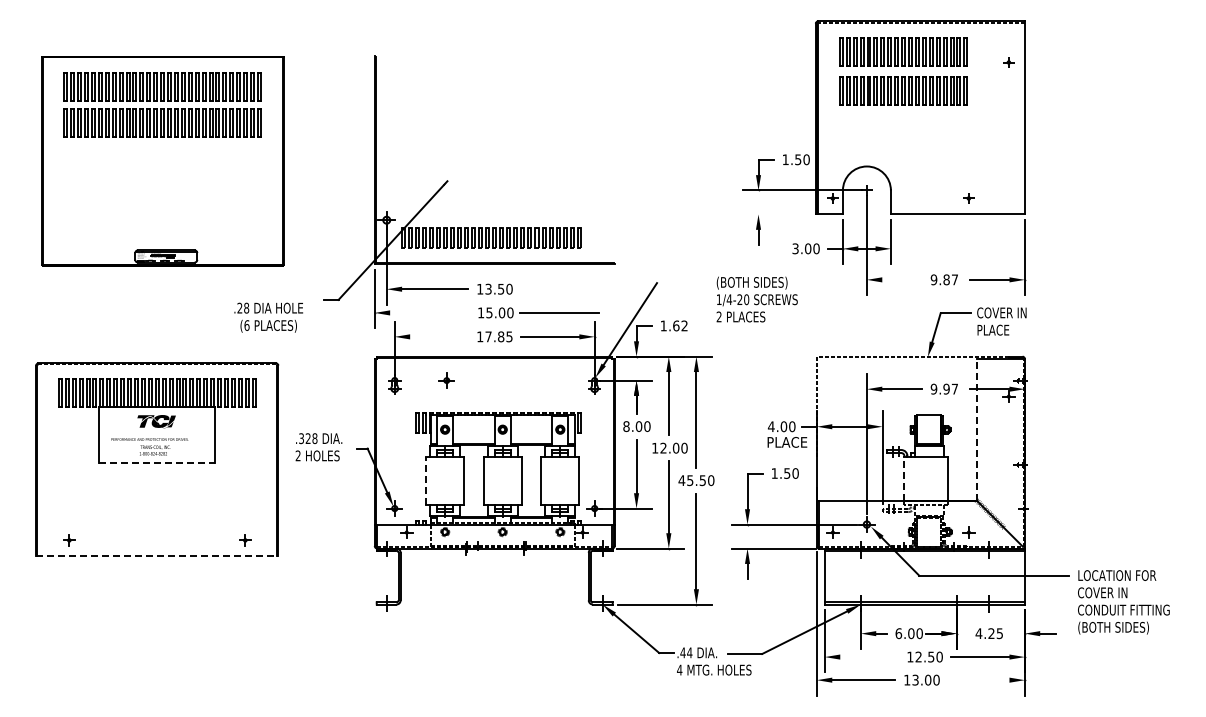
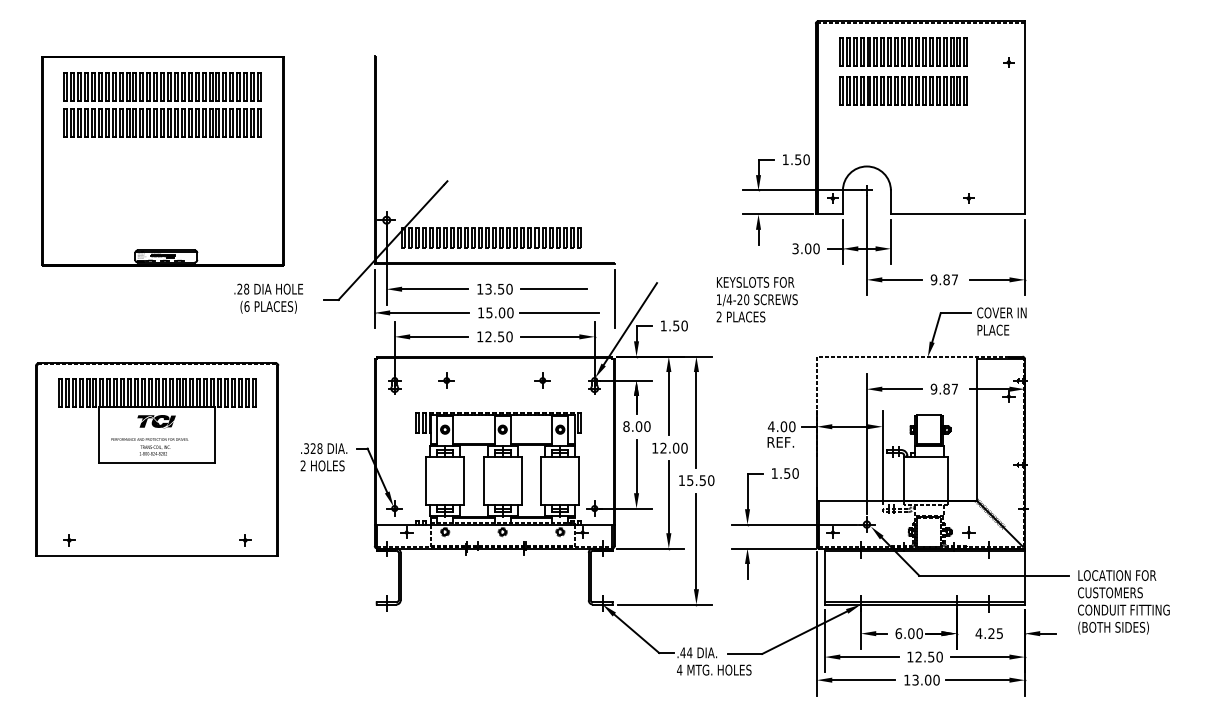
line at (777, 214): none -> present
line at (902, 279): none -> present
text at (755, 282): (BOTH SIDES) -> KEYSLOTS FOR
line at (554, 289): none -> present
line at (614, 298): none -> present
line at (429, 312): none -> present
text at (268, 317) position: (268, 317) -> (268, 298)
text at (680, 325): 1.62 -> 1.50
line at (439, 336): none -> present
text at (498, 336): 17.85 -> 12.50
part at (542, 380): none -> present
text at (946, 389): 9.97 -> 9.87
line at (976, 429): dashed -> solid
text at (788, 442): PLACE -> REF.
text at (318, 447) position: (318, 447) -> (323, 457)
line at (156, 463): dashed -> solid
line at (904, 477): dashed -> solid
line at (426, 480): dashed -> solid
text at (681, 480): 45.50 -> 15.50
line at (157, 556): dashed -> solid
text at (1113, 592): COVER IN -> CUSTOMERS
line at (869, 657): none -> present
line at (977, 680): none -> present
